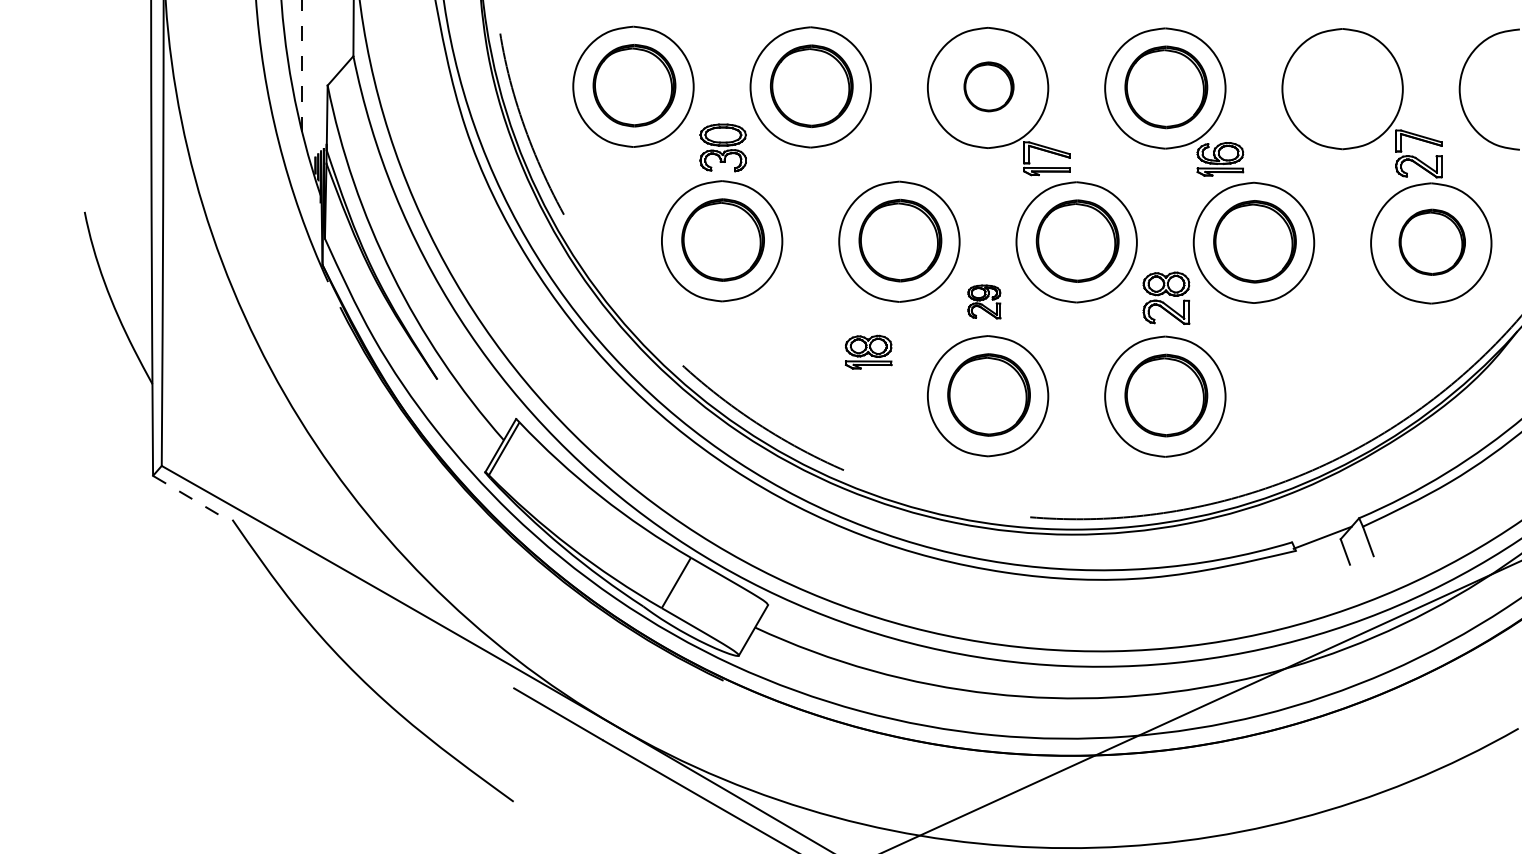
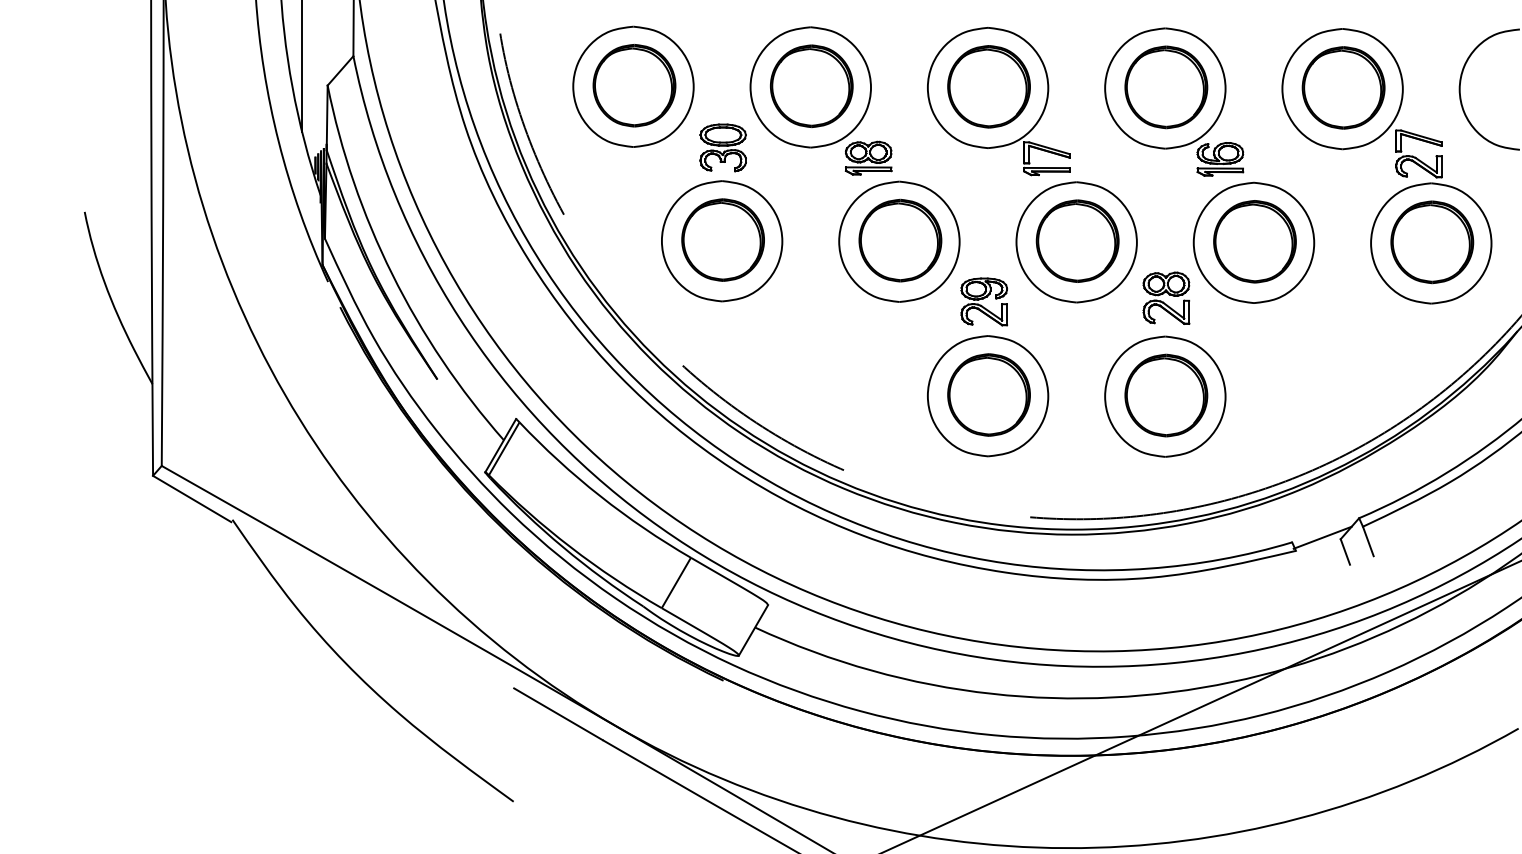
line at (302, 66): dashed -> solid
part at (988, 86) size: 52x52 px -> 84x84 px
part at (1343, 87): none -> present
part at (1431, 241) size: 68x68 px -> 85x85 px
part at (984, 301) size: 35x36 px -> 49x50 px
part at (868, 351) position: (868, 351) -> (868, 157)
line at (192, 499): dashed -> solid
